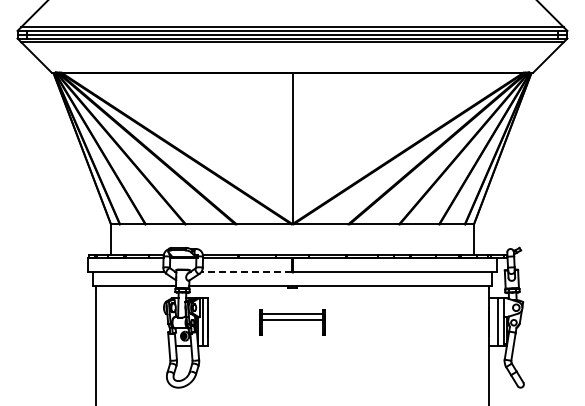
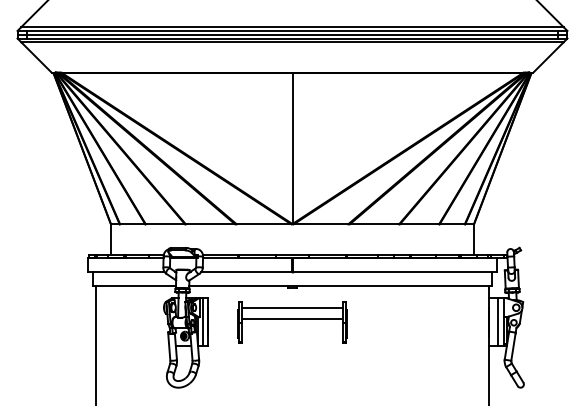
line at (246, 271): dashed -> solid
part at (292, 322) size: 67x27 px -> 111x43 px
